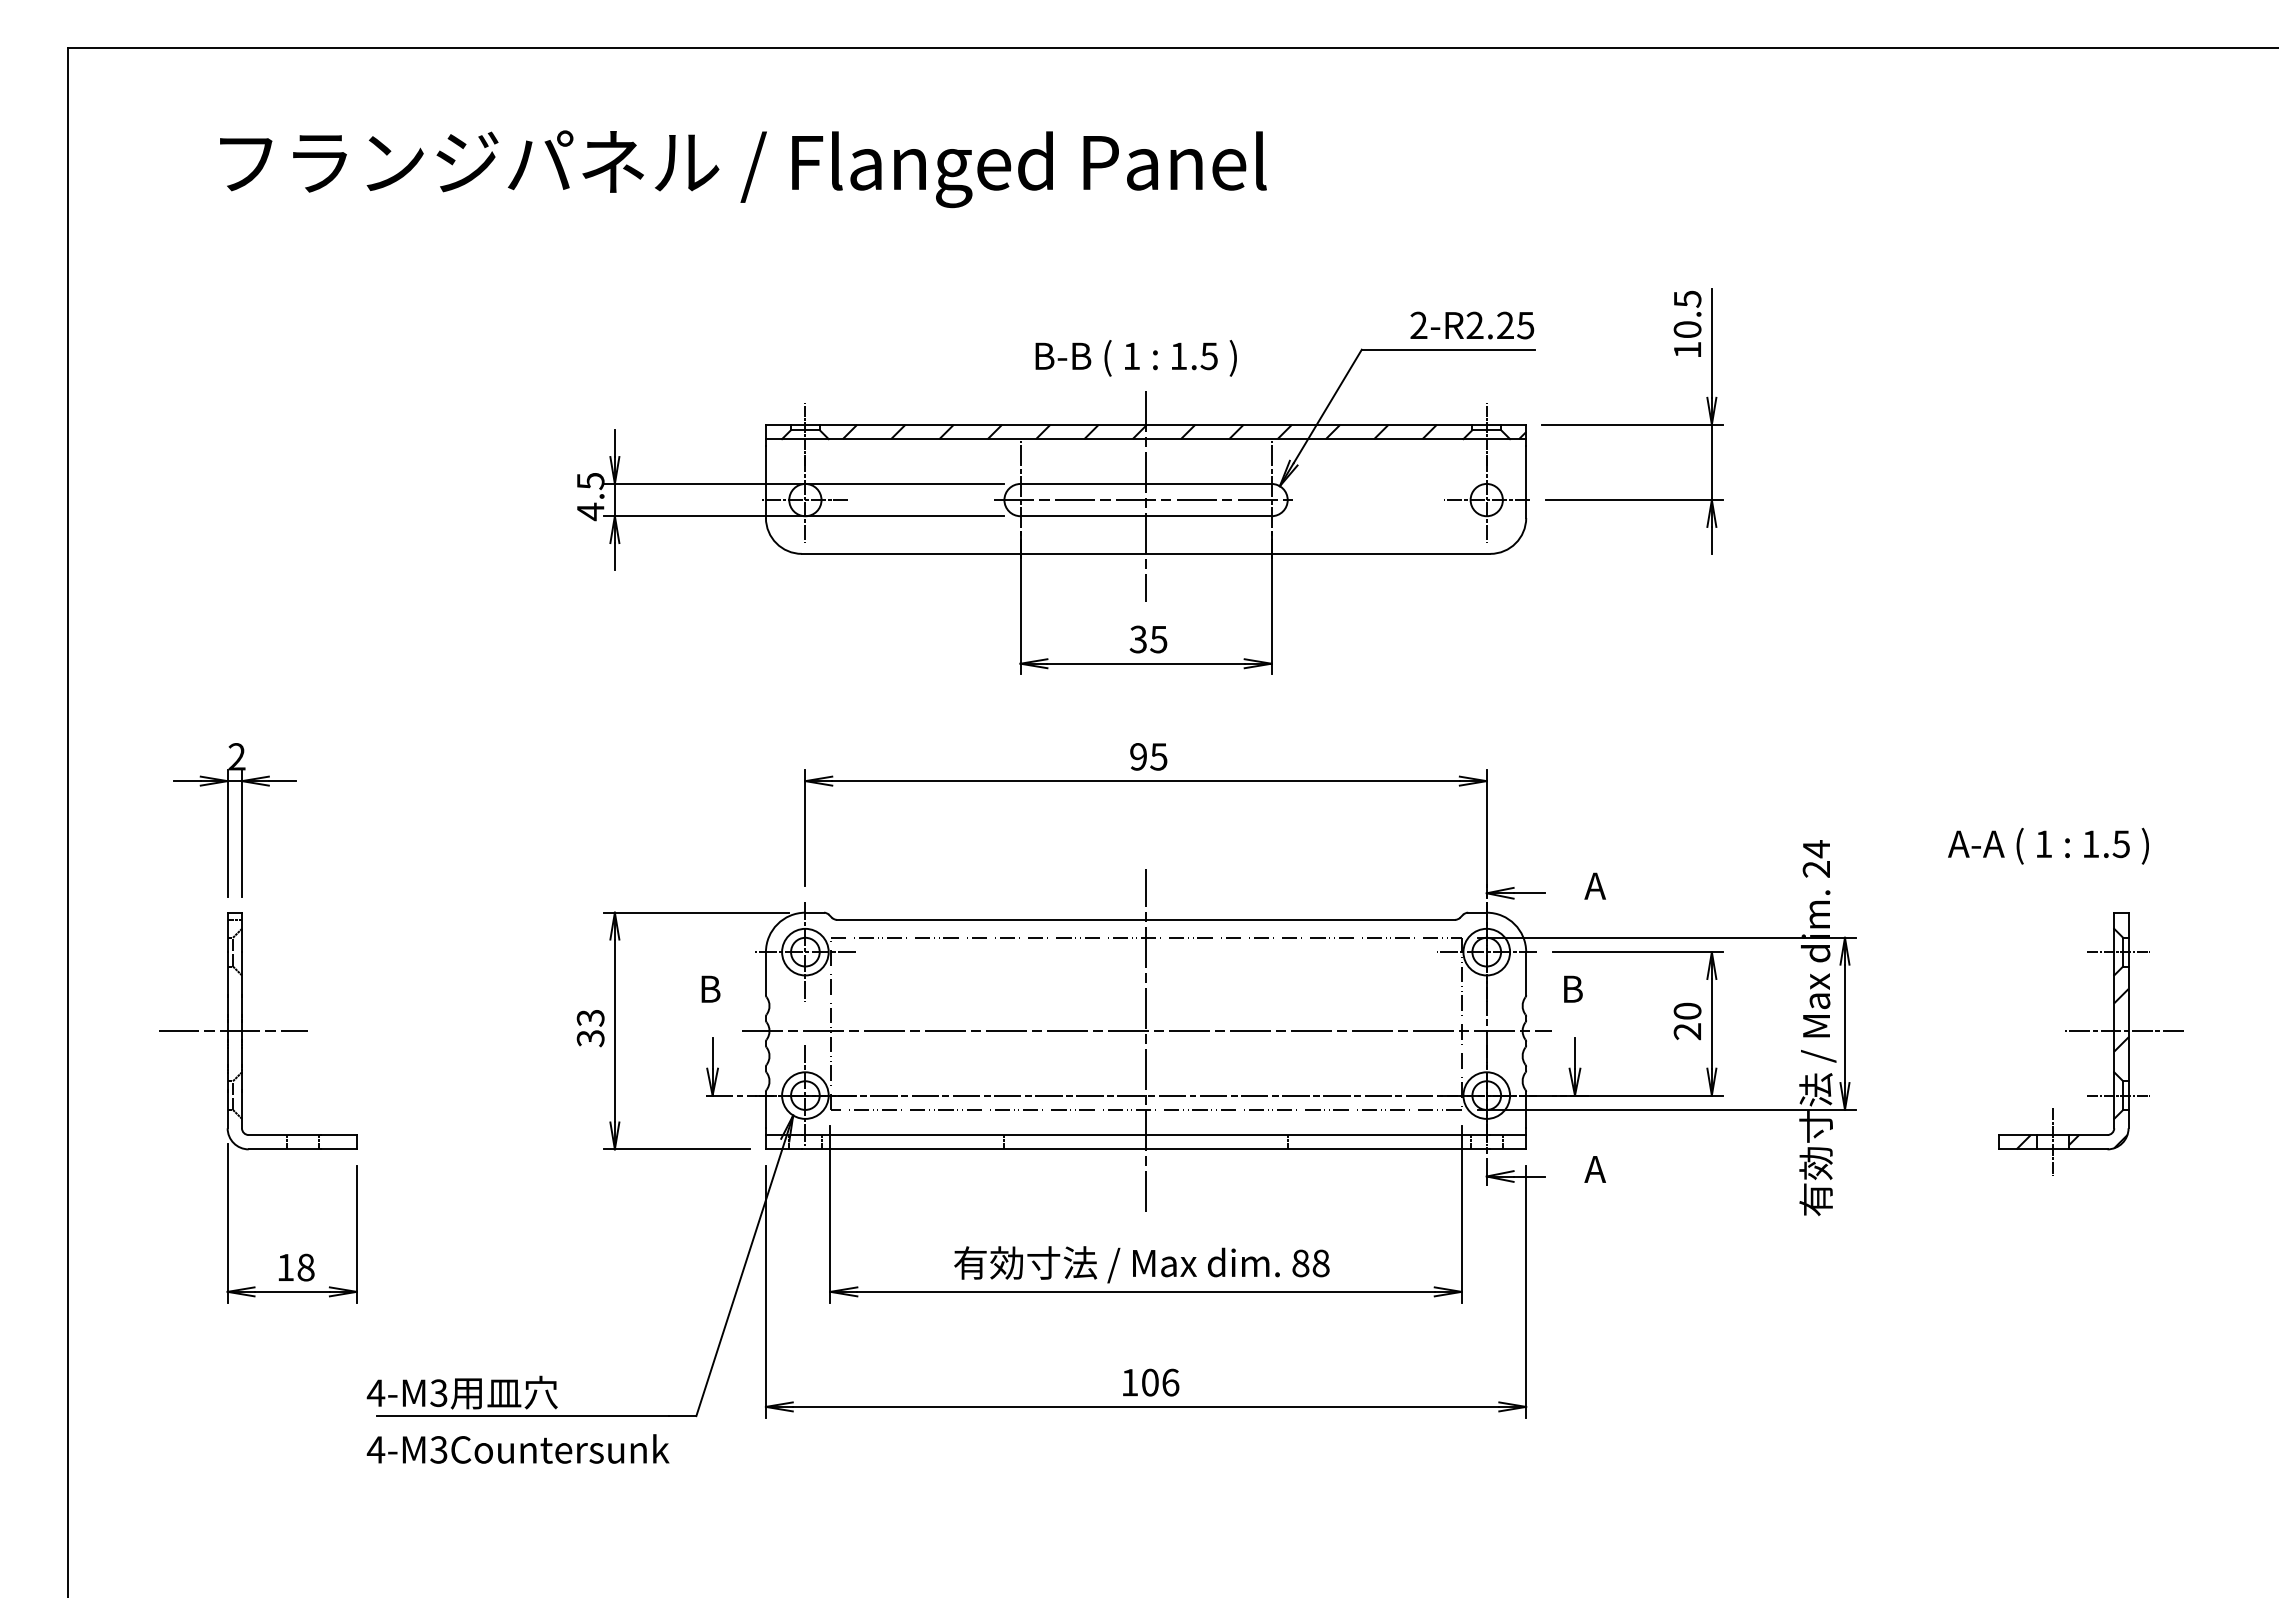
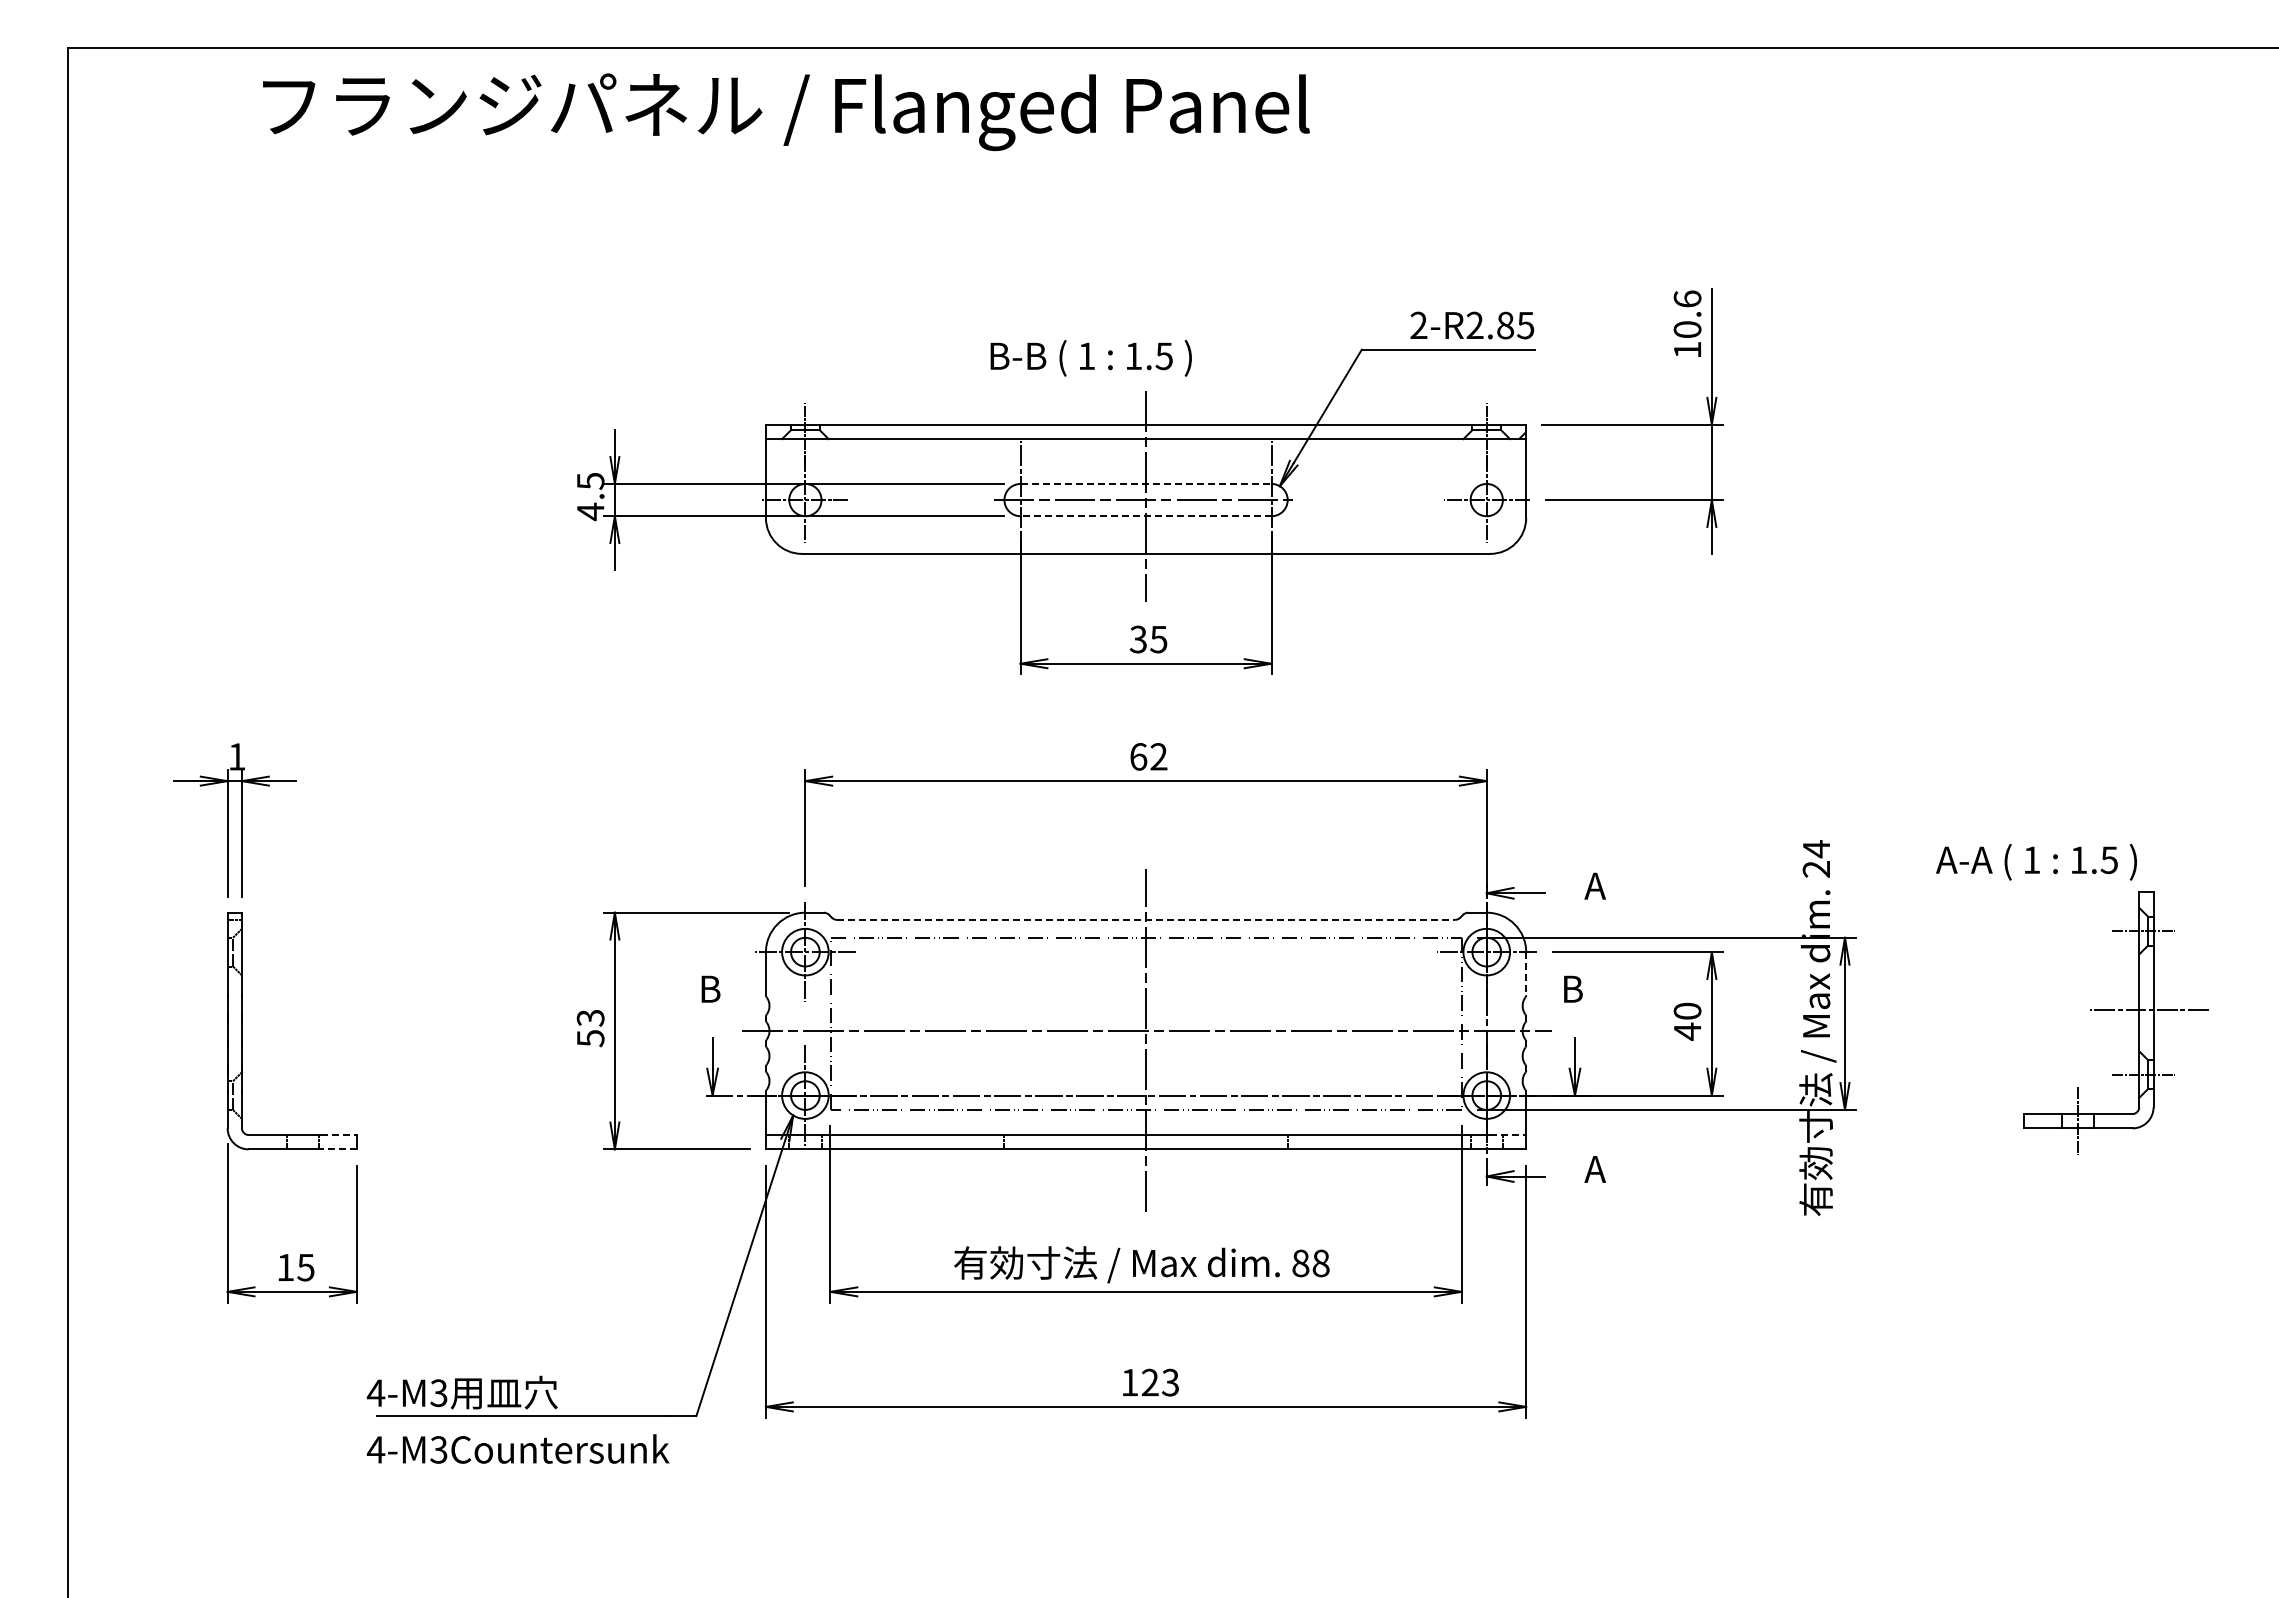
text at (743, 169) position: (743, 169) -> (786, 112)
text at (1687, 298): 10.5 -> 10.6
text at (1505, 325): 2-R2.25 -> 2-R2.85
text at (1135, 358) position: (1135, 358) -> (1090, 358)
hatch at (1139, 431): present -> none
line at (1146, 483): solid -> dashed
line at (1146, 516): solid -> dashed
text at (236, 756): 2 -> 1
text at (1148, 756): 95 -> 62
text at (2048, 845) position: (2048, 845) -> (2036, 861)
line at (1146, 919): solid -> dashed
line at (1526, 973): solid -> dashed
line at (233, 1031): present -> none
text at (1686, 1031): 20 -> 40
part at (2089, 1031) position: (2089, 1031) -> (2114, 1010)
text at (590, 1038): 33 -> 53
line at (338, 1135): solid -> dashed
line at (1508, 1135): solid -> dashed
line at (338, 1149): solid -> dashed
text at (305, 1267): 18 -> 15
text at (1160, 1382): 106 -> 123
